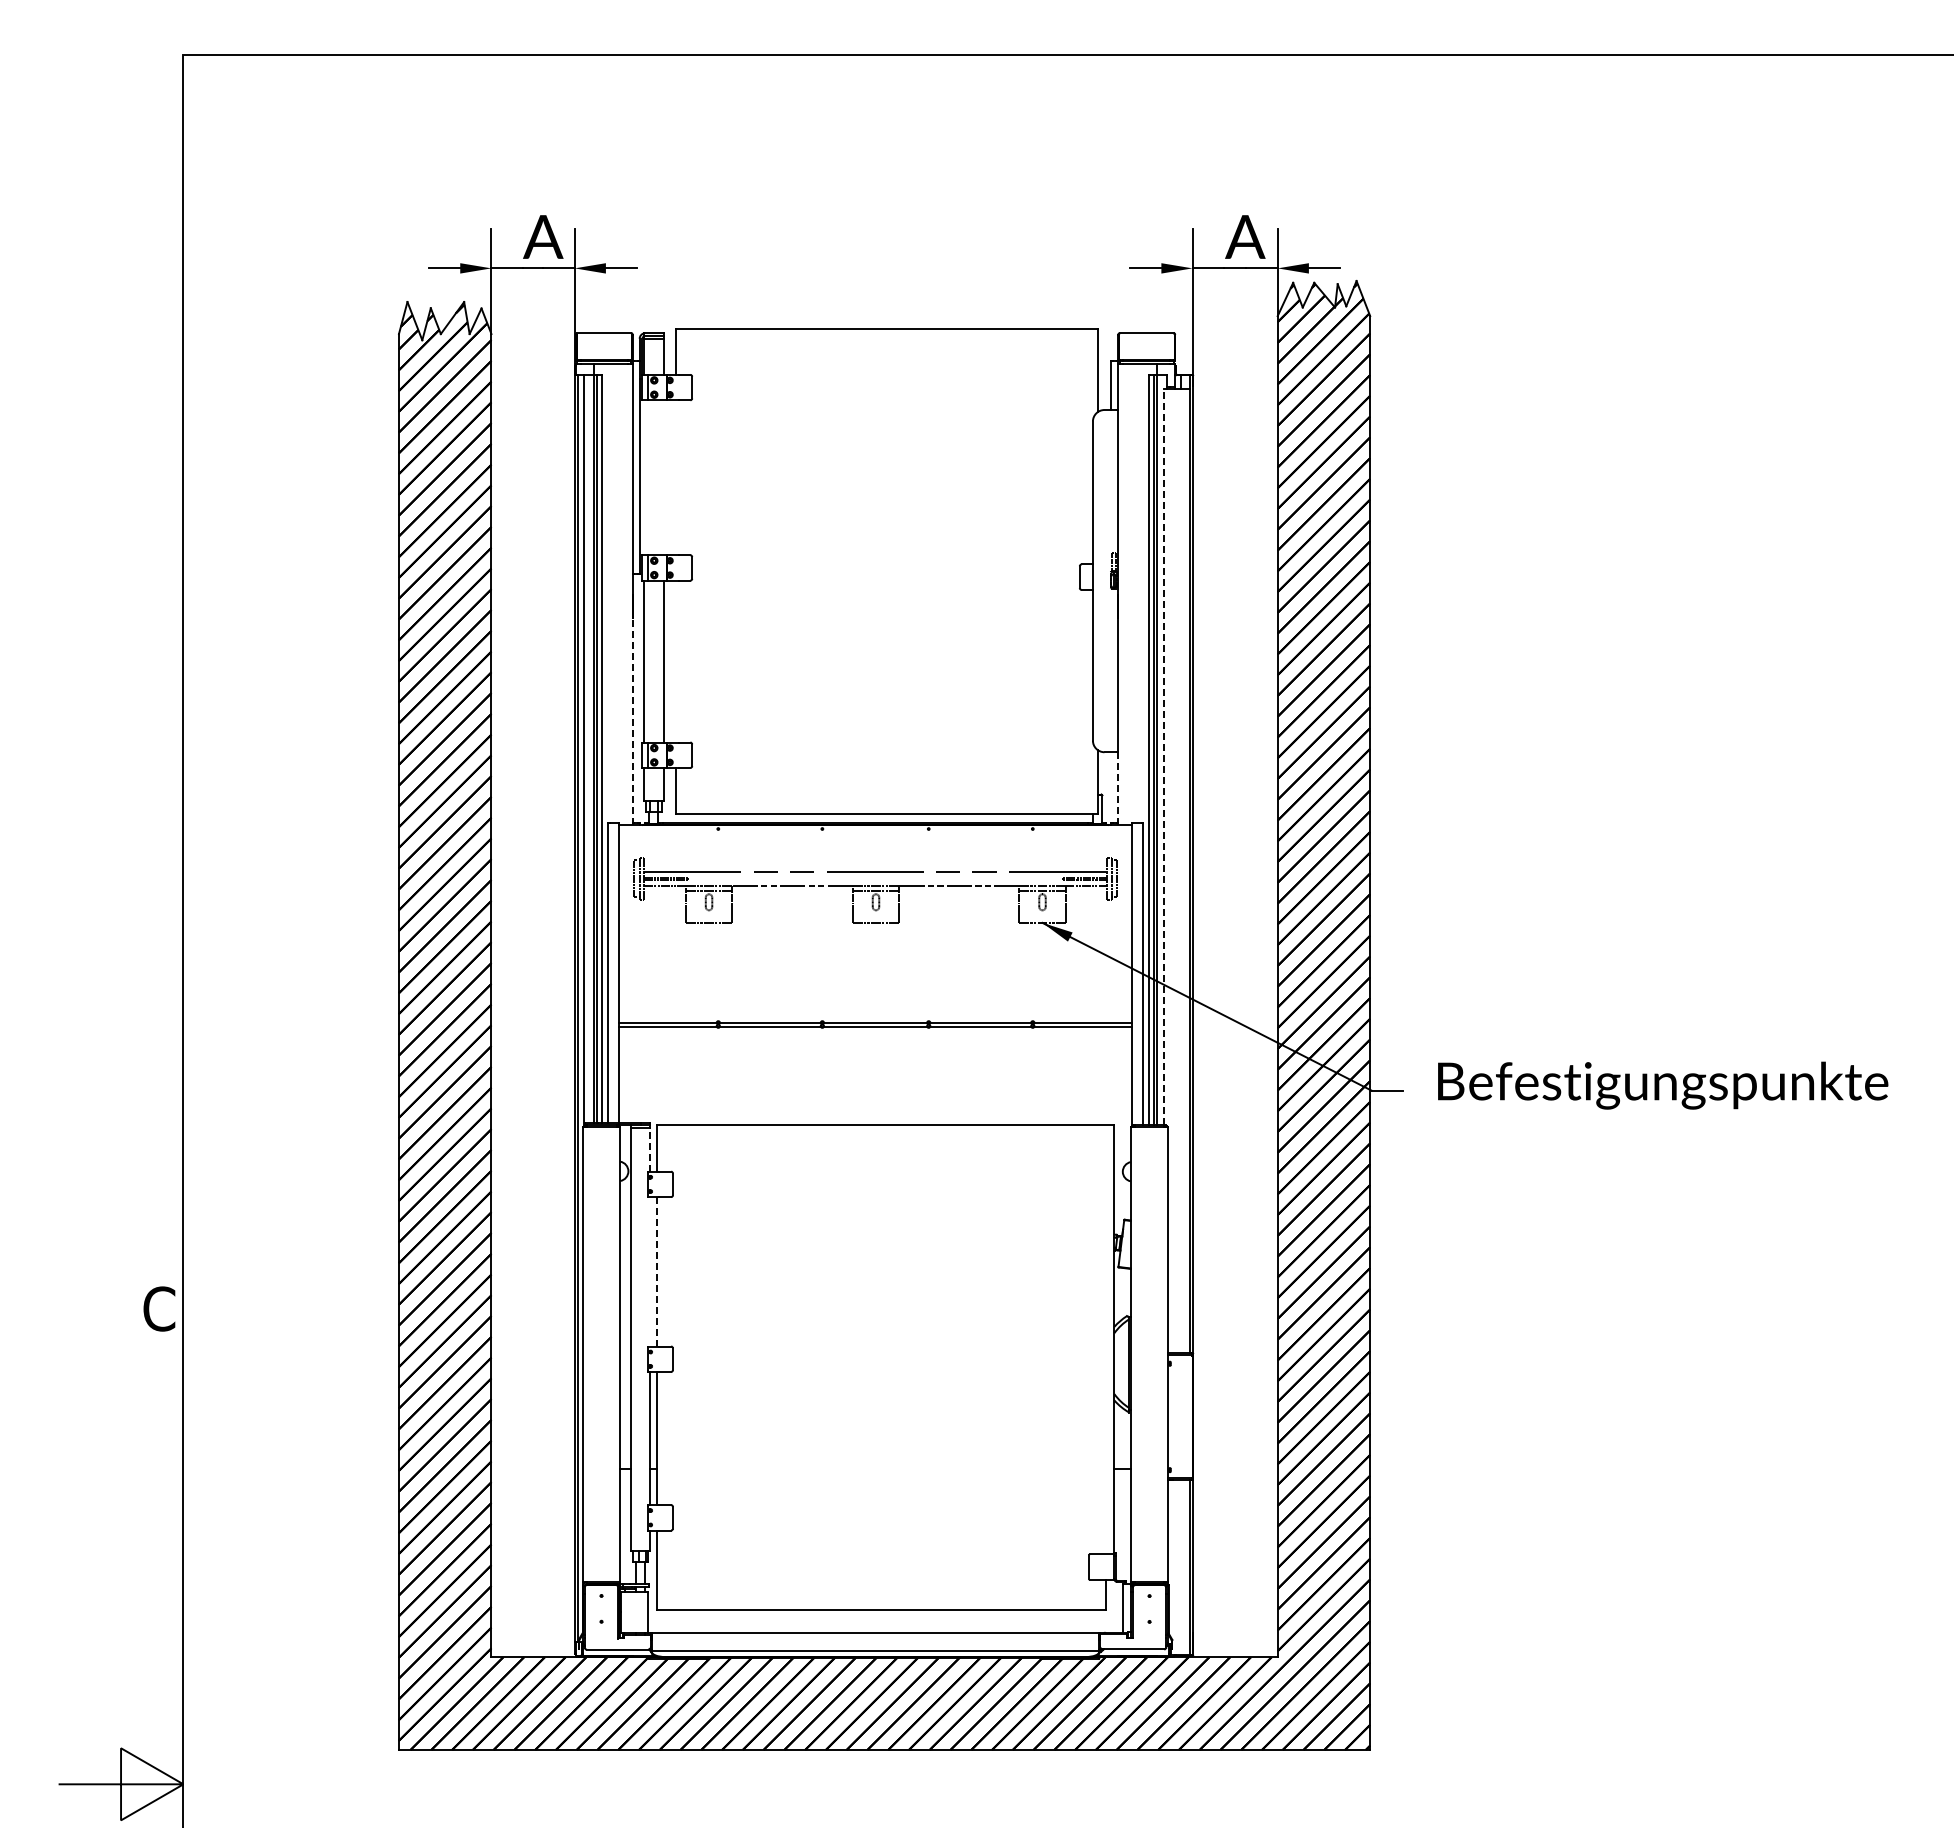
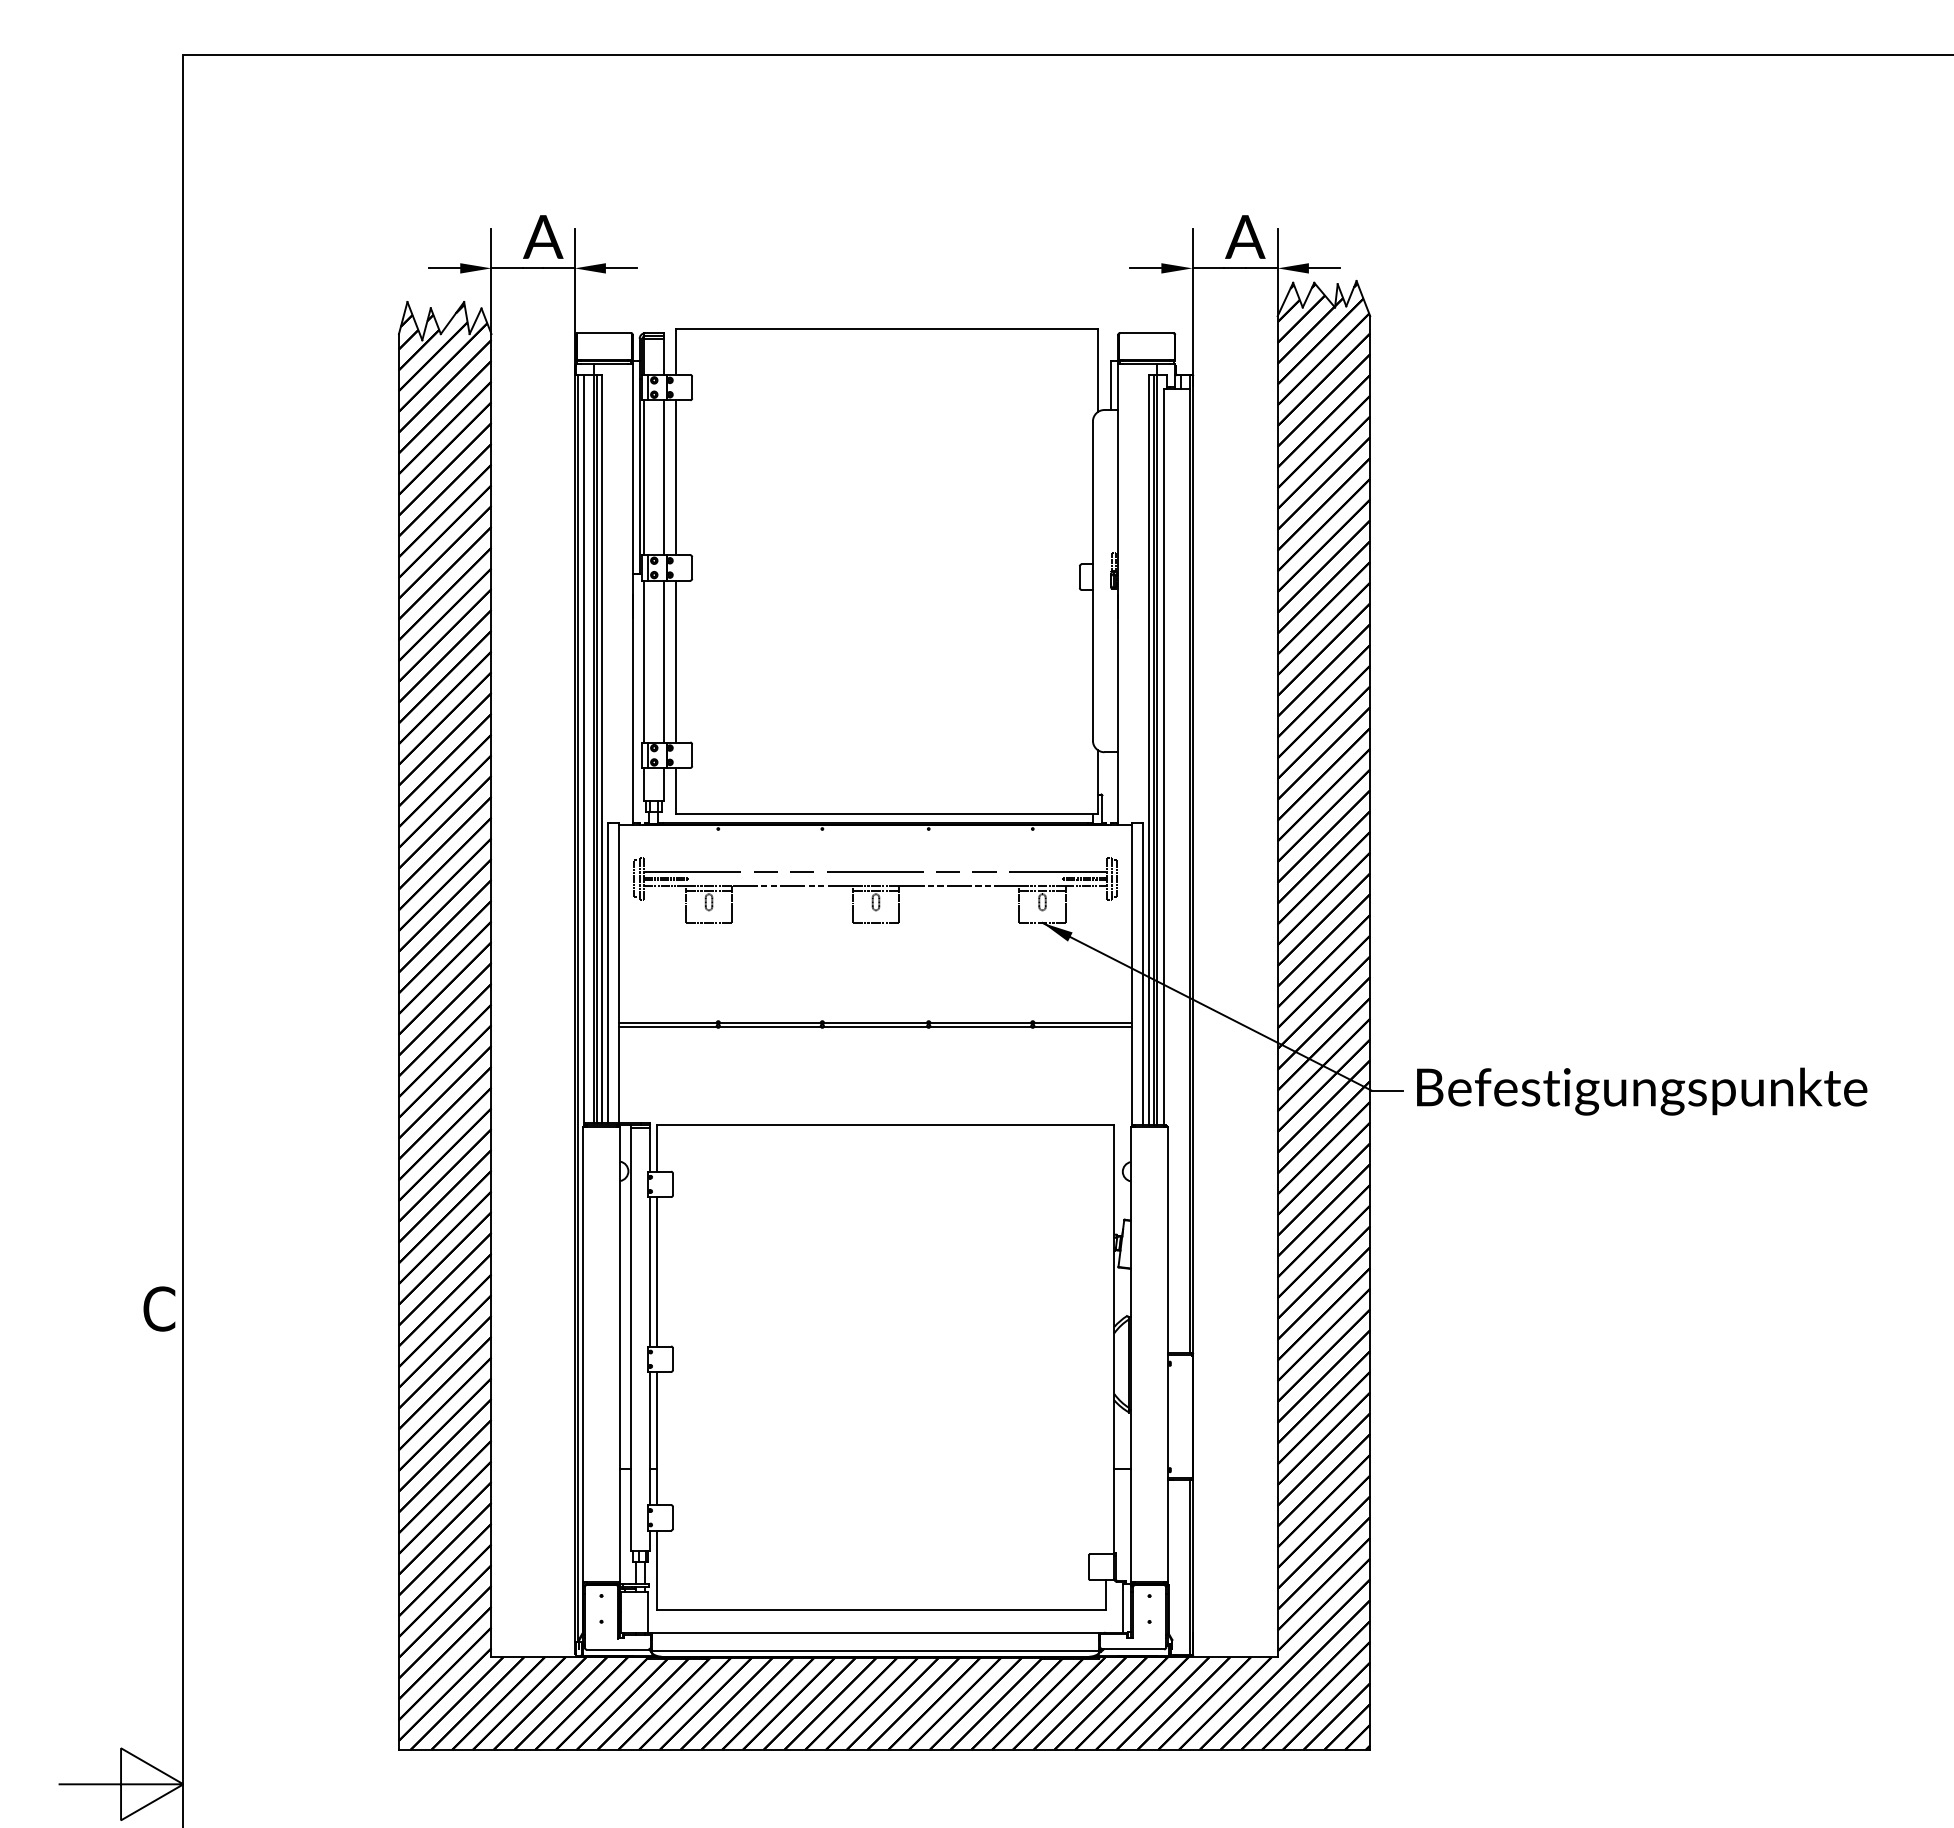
line at (644, 477): none -> present
line at (663, 477): none -> present
line at (676, 477): none -> present
line at (676, 661): none -> present
line at (632, 721): dashed -> solid
line at (1164, 756): dashed -> solid
line at (1118, 788): dashed -> solid
text at (1663, 1085) position: (1663, 1085) -> (1642, 1091)
line at (650, 1149): dashed -> solid
line at (650, 1271): none -> present
line at (656, 1271): dashed -> solid
